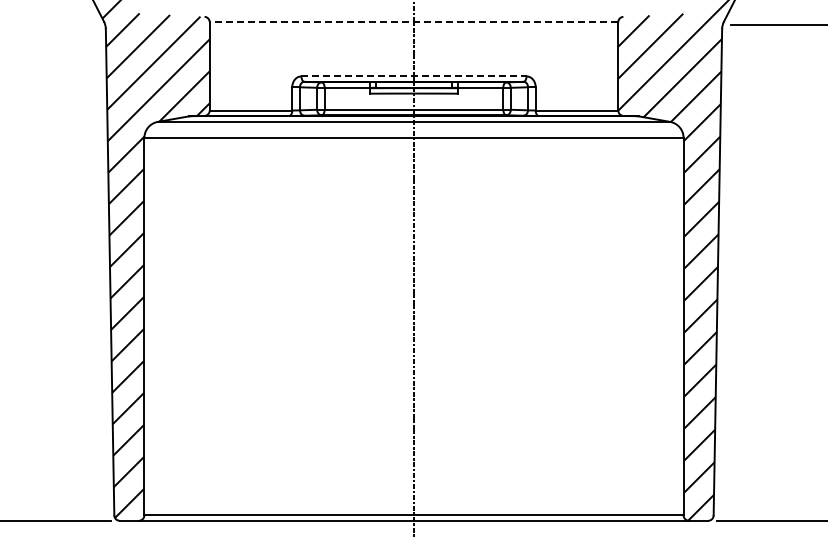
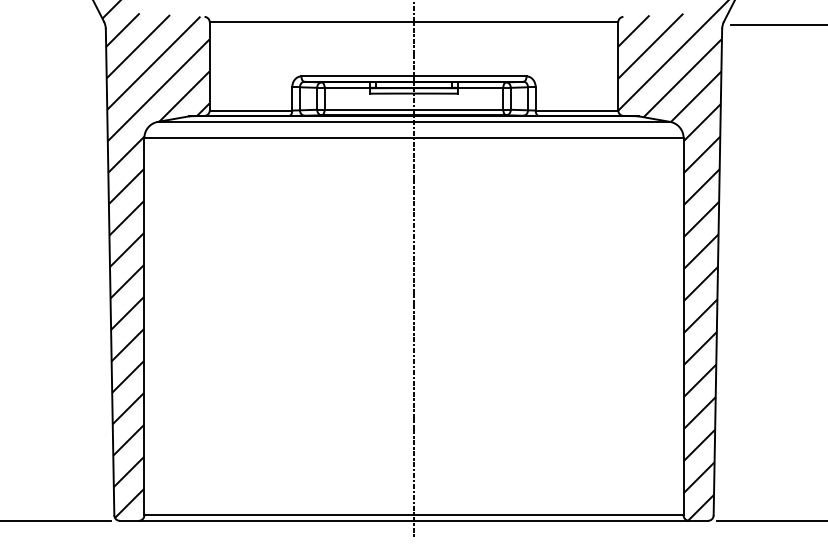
line at (413, 22): dashed -> solid
line at (413, 76): dashed -> solid
